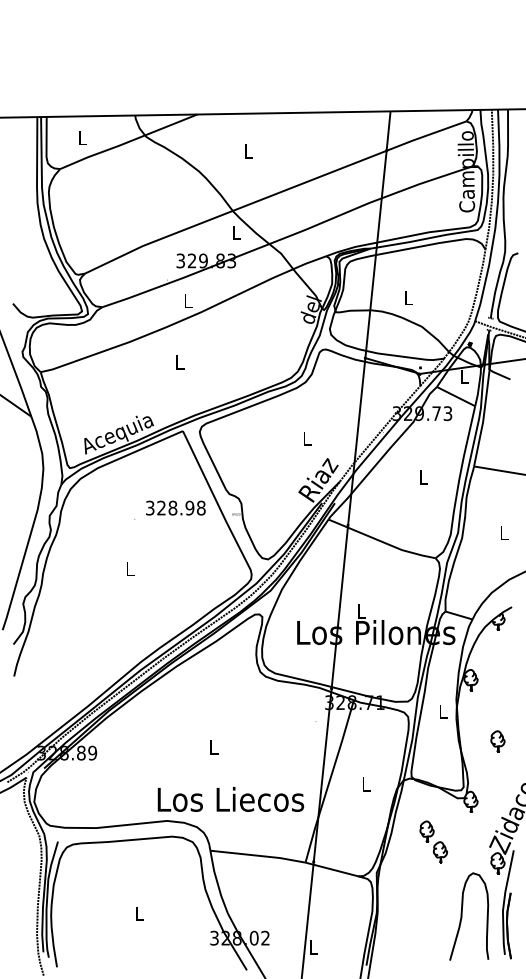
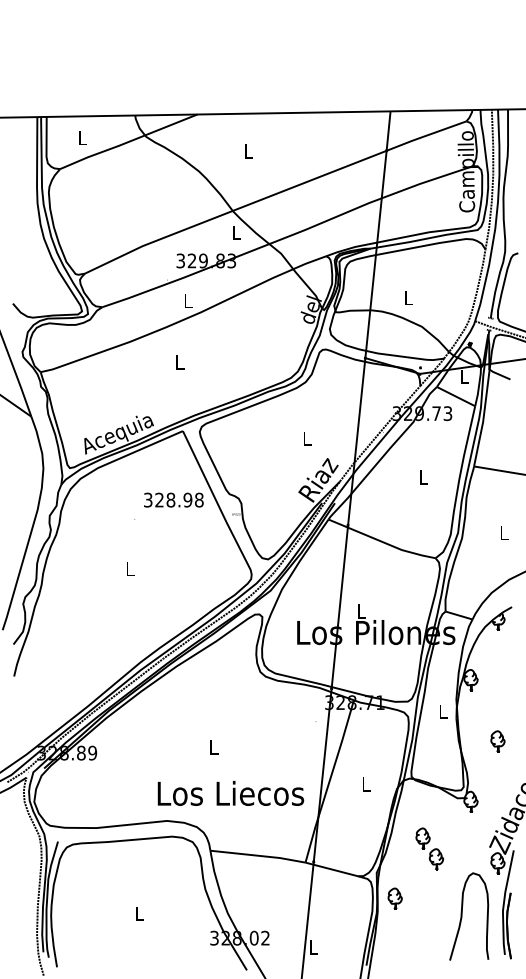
text at (175, 507) position: (175, 507) -> (173, 499)
text at (230, 798) position: (230, 798) -> (230, 792)
part at (433, 841) position: (433, 841) -> (429, 848)
part at (394, 898): none -> present
